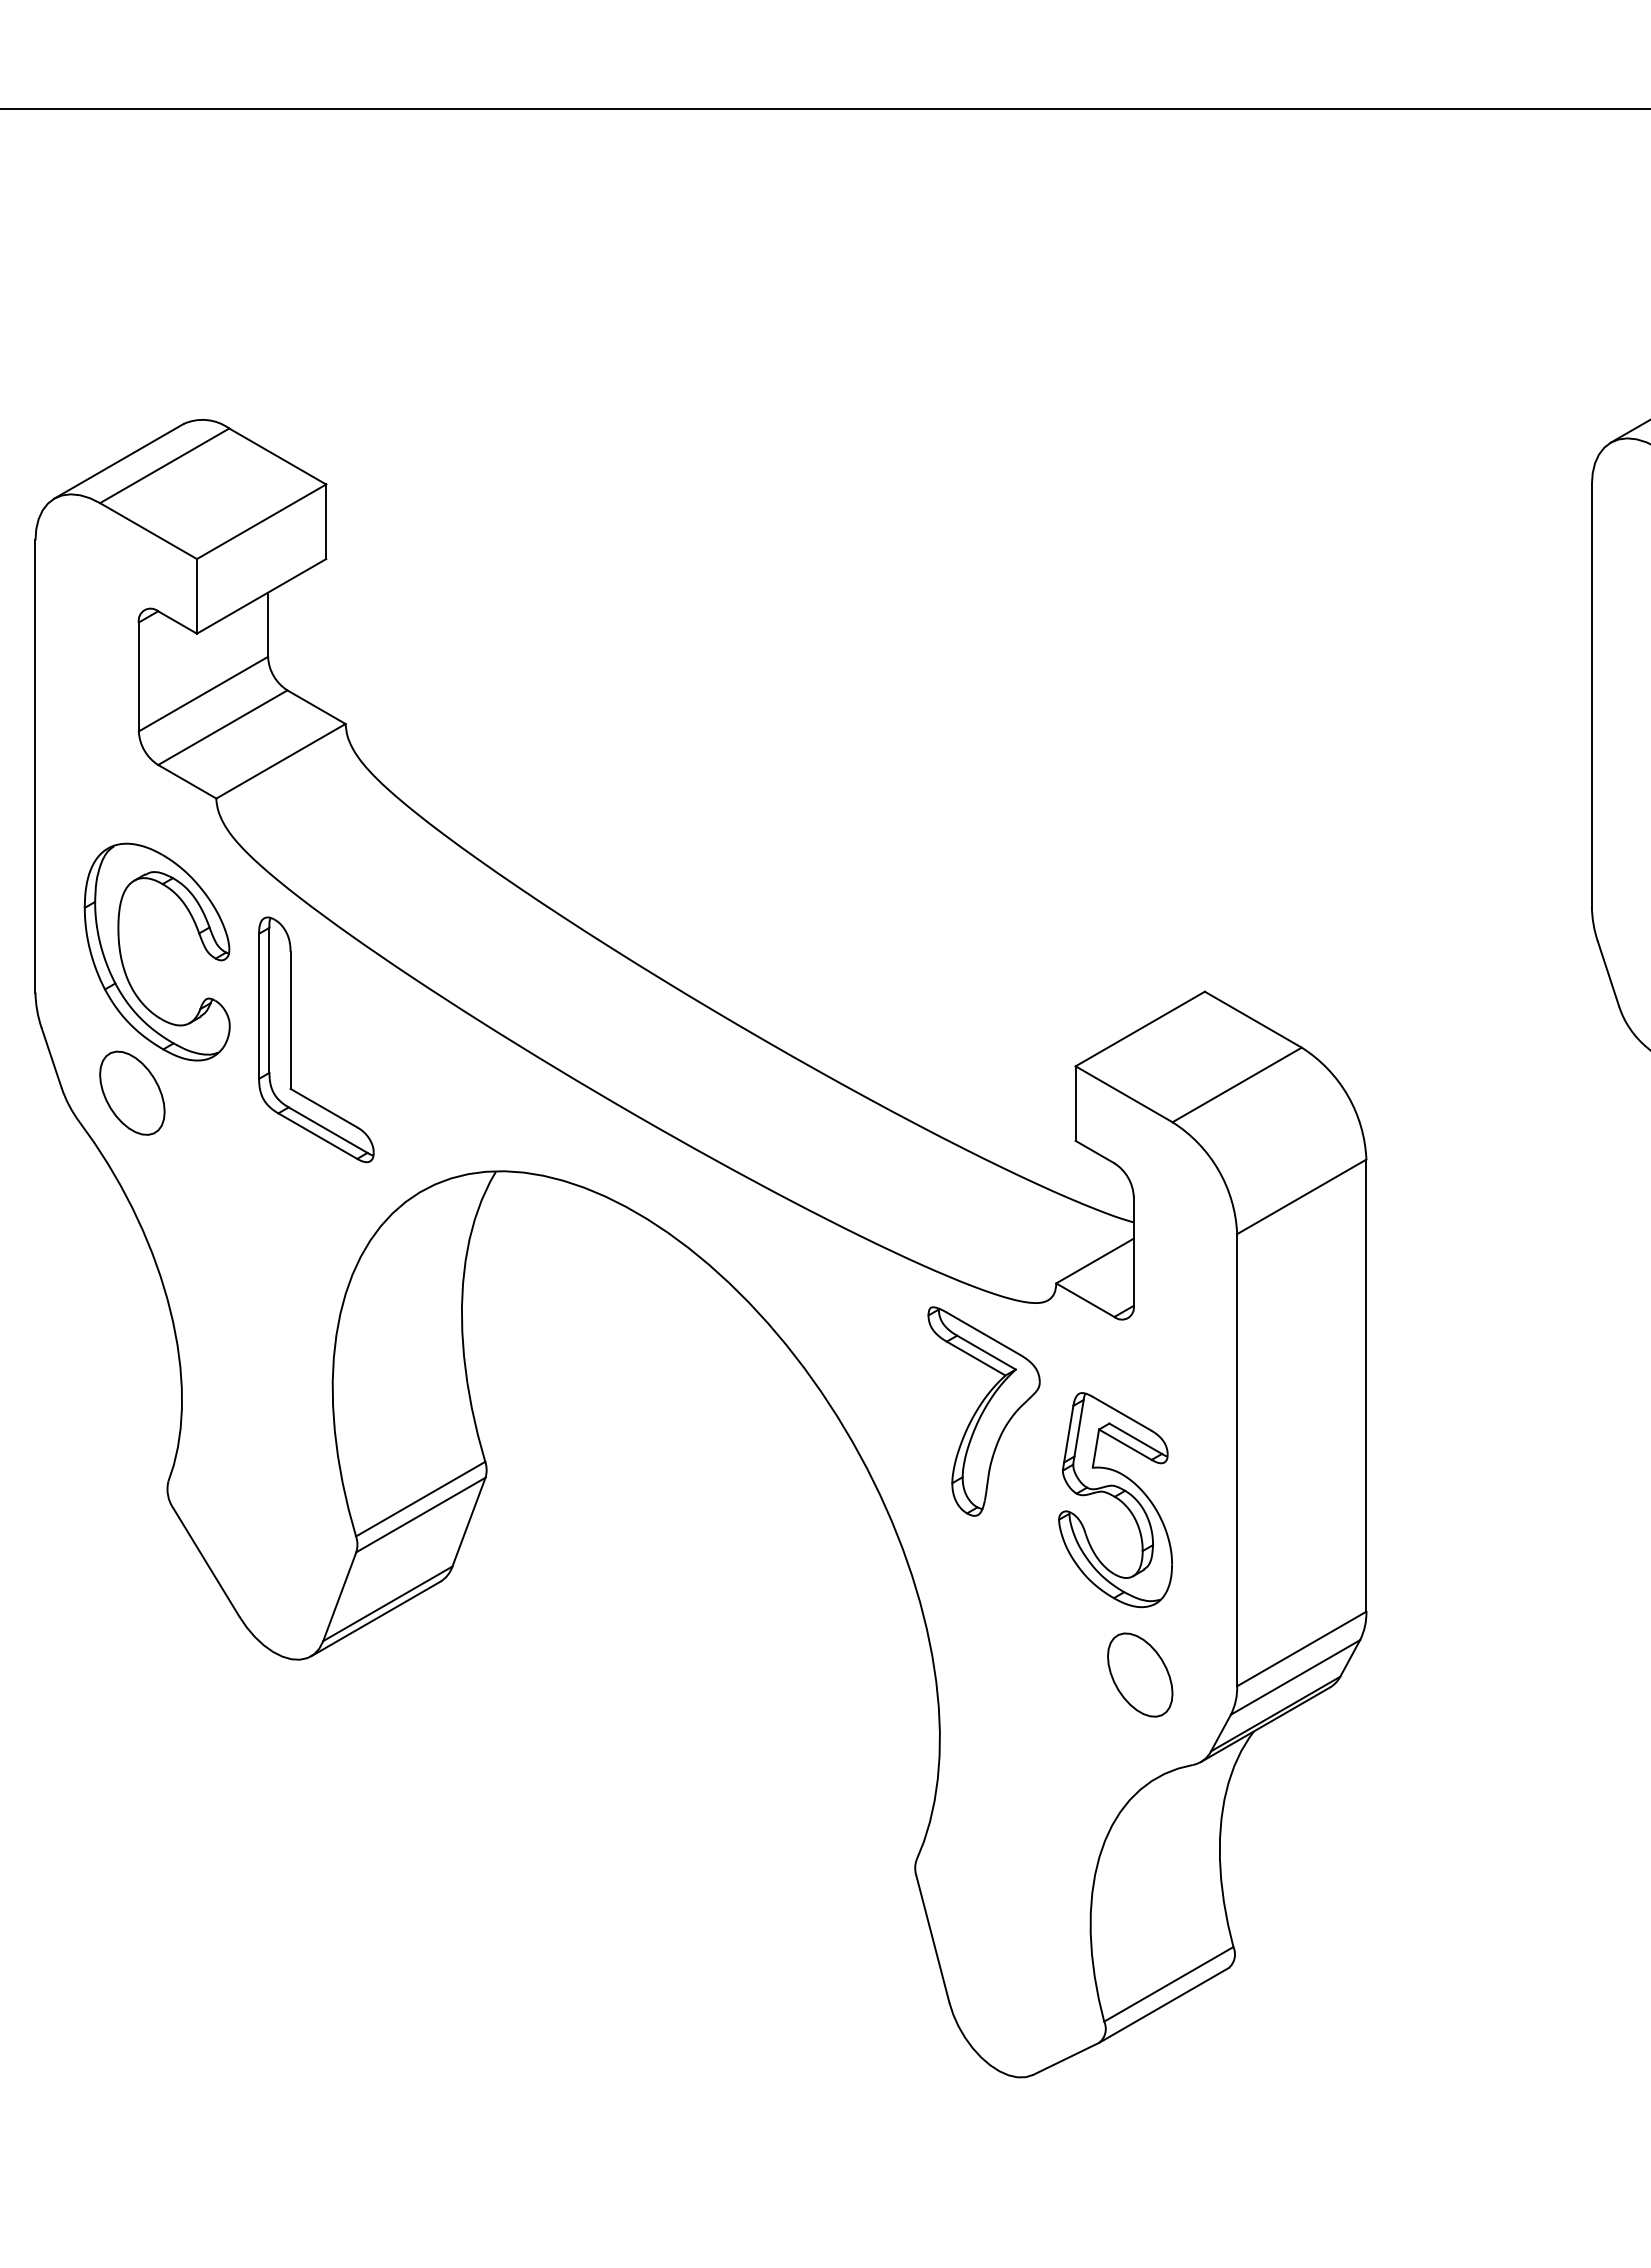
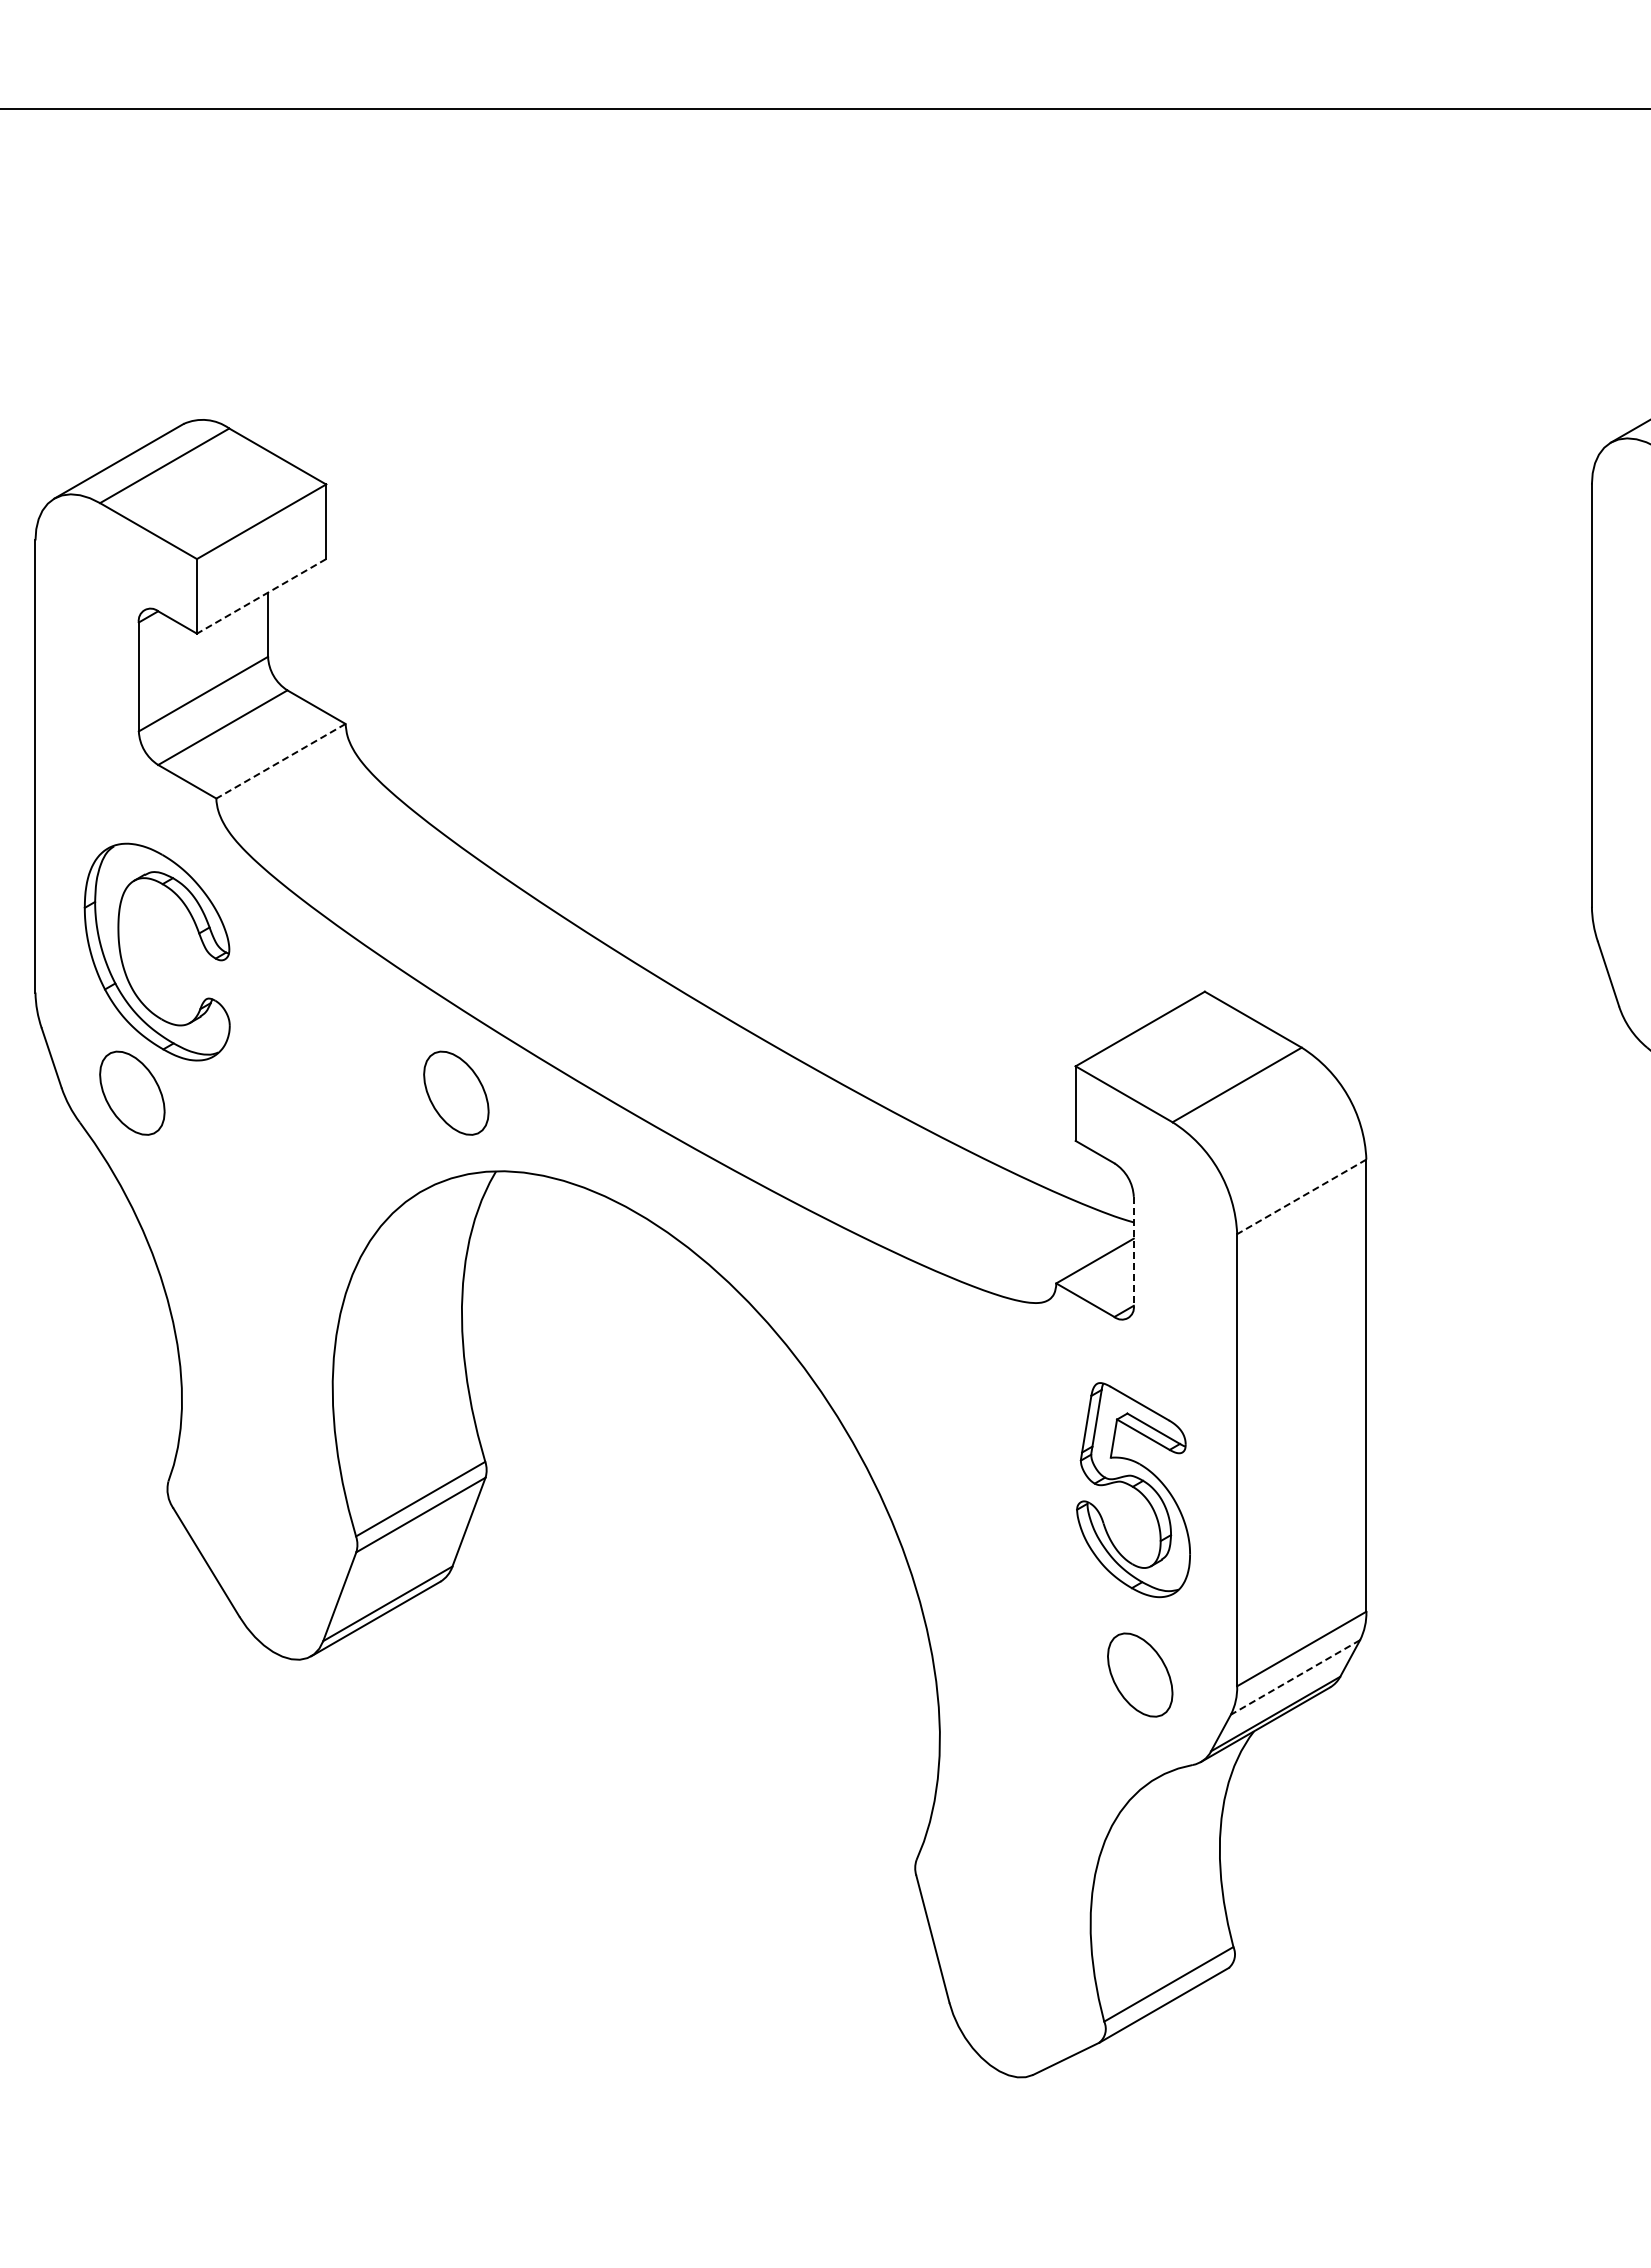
line at (261, 596): solid -> dashed
line at (280, 761): solid -> dashed
part at (291, 1039): present -> none
part at (456, 1092): none -> present
line at (1301, 1196): solid -> dashed
line at (1133, 1251): solid -> dashed
part at (983, 1411): present -> none
part at (1115, 1500) position: (1115, 1500) -> (1133, 1490)
line at (1295, 1677): solid -> dashed
